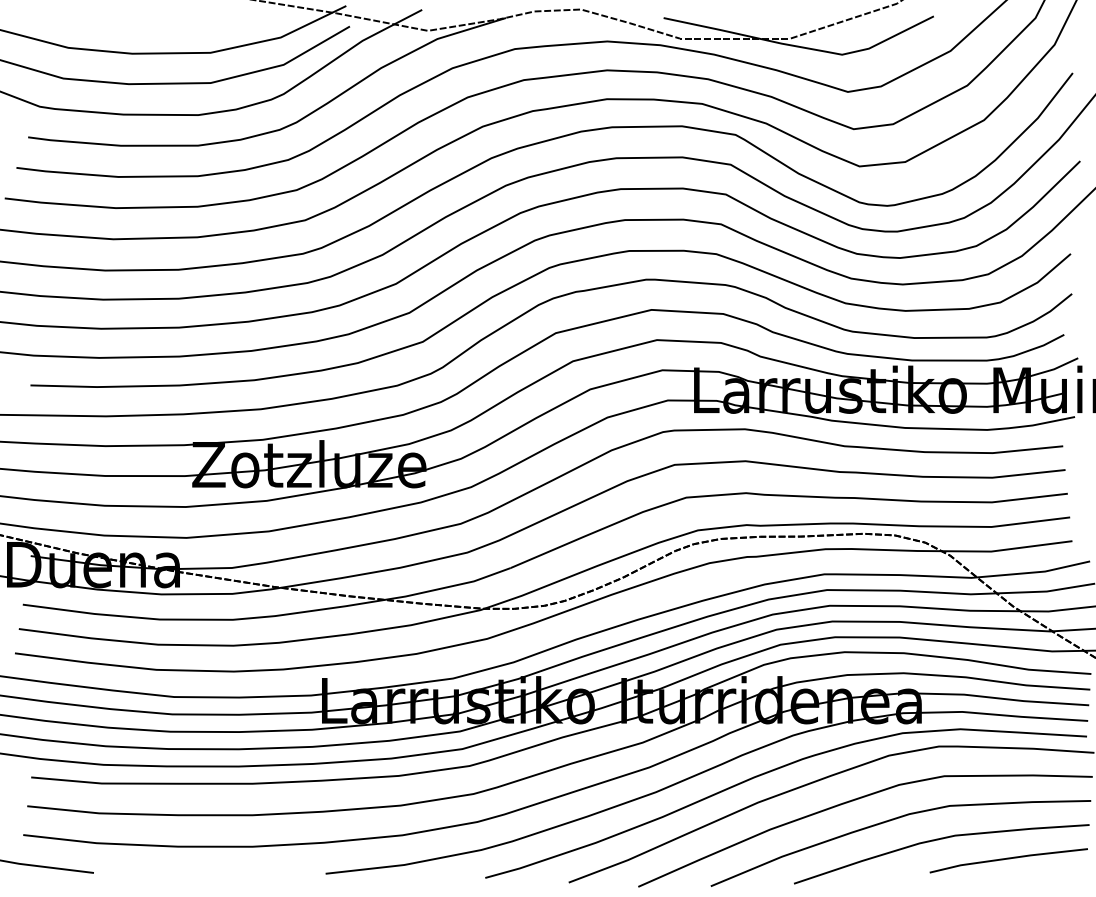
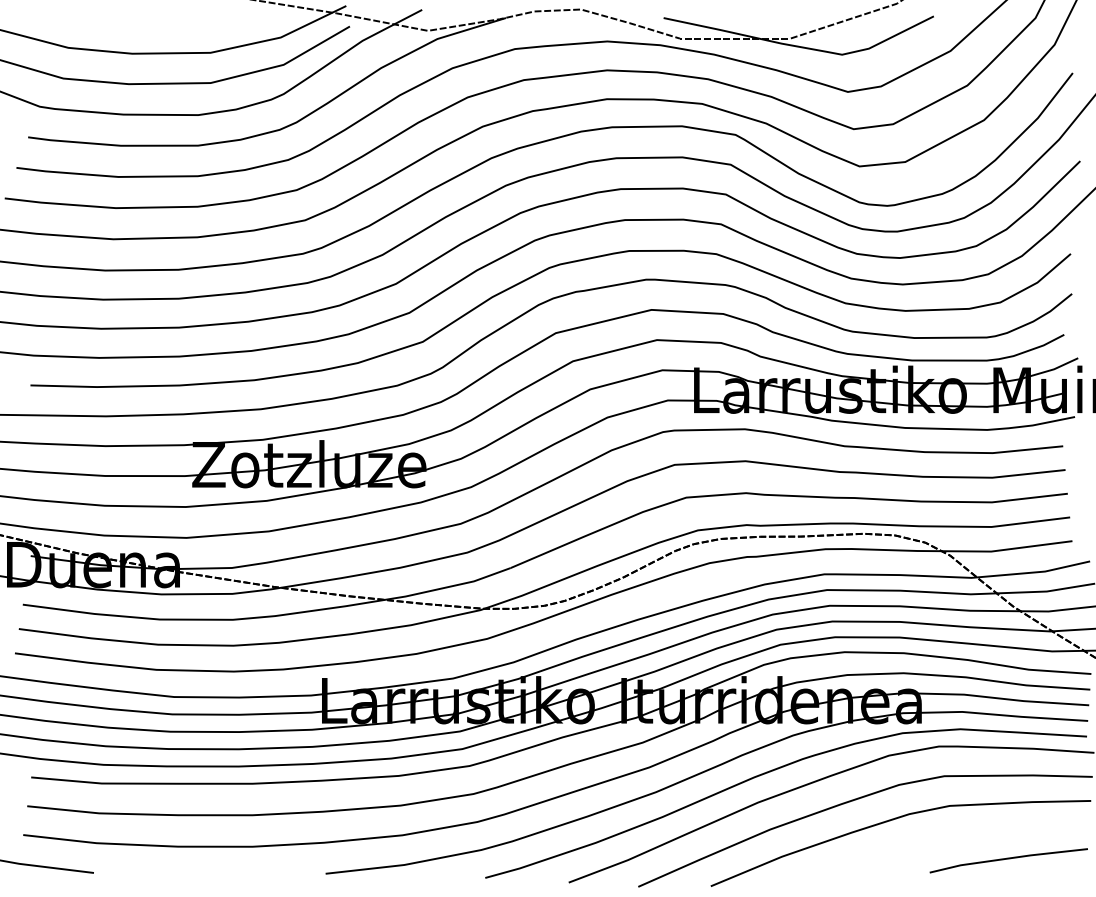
curve at (938, 840): present -> none
